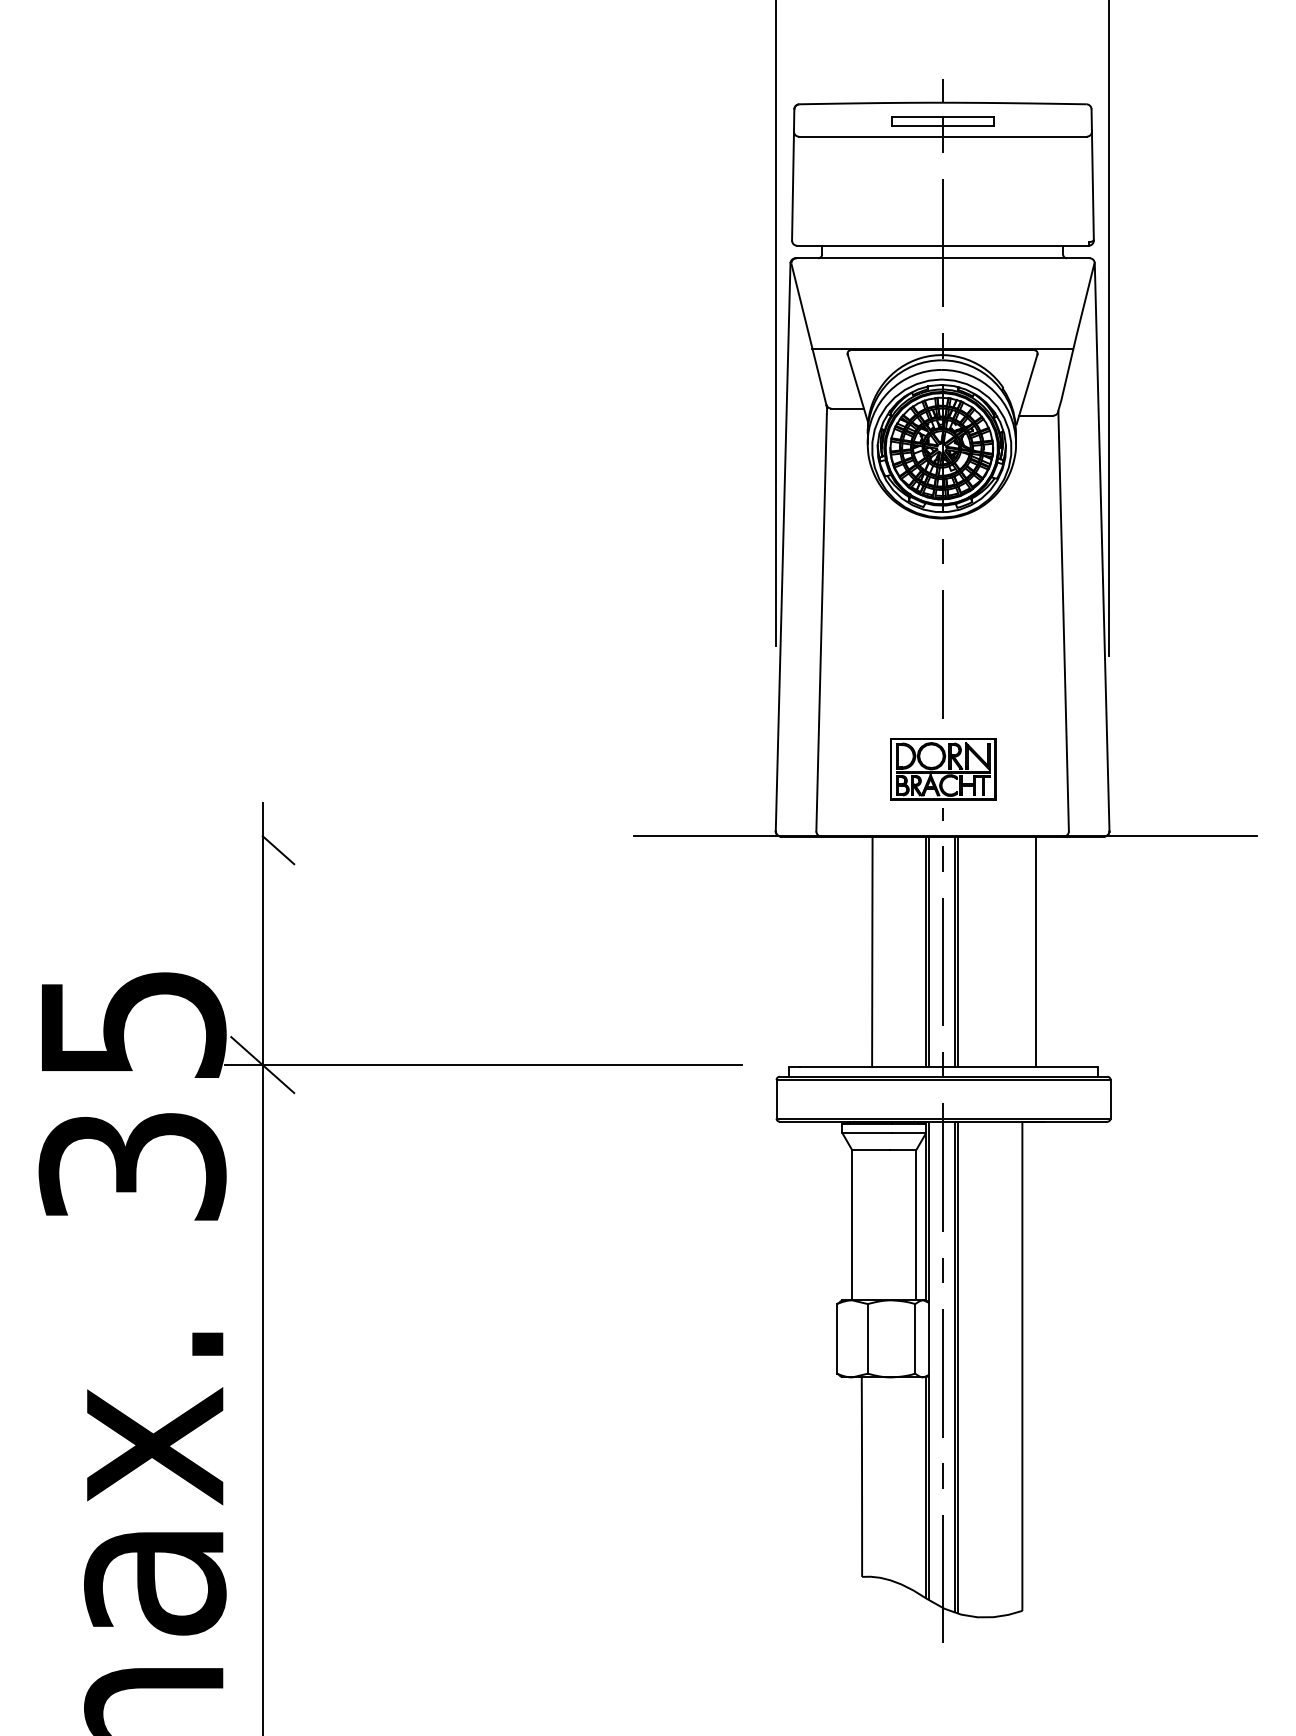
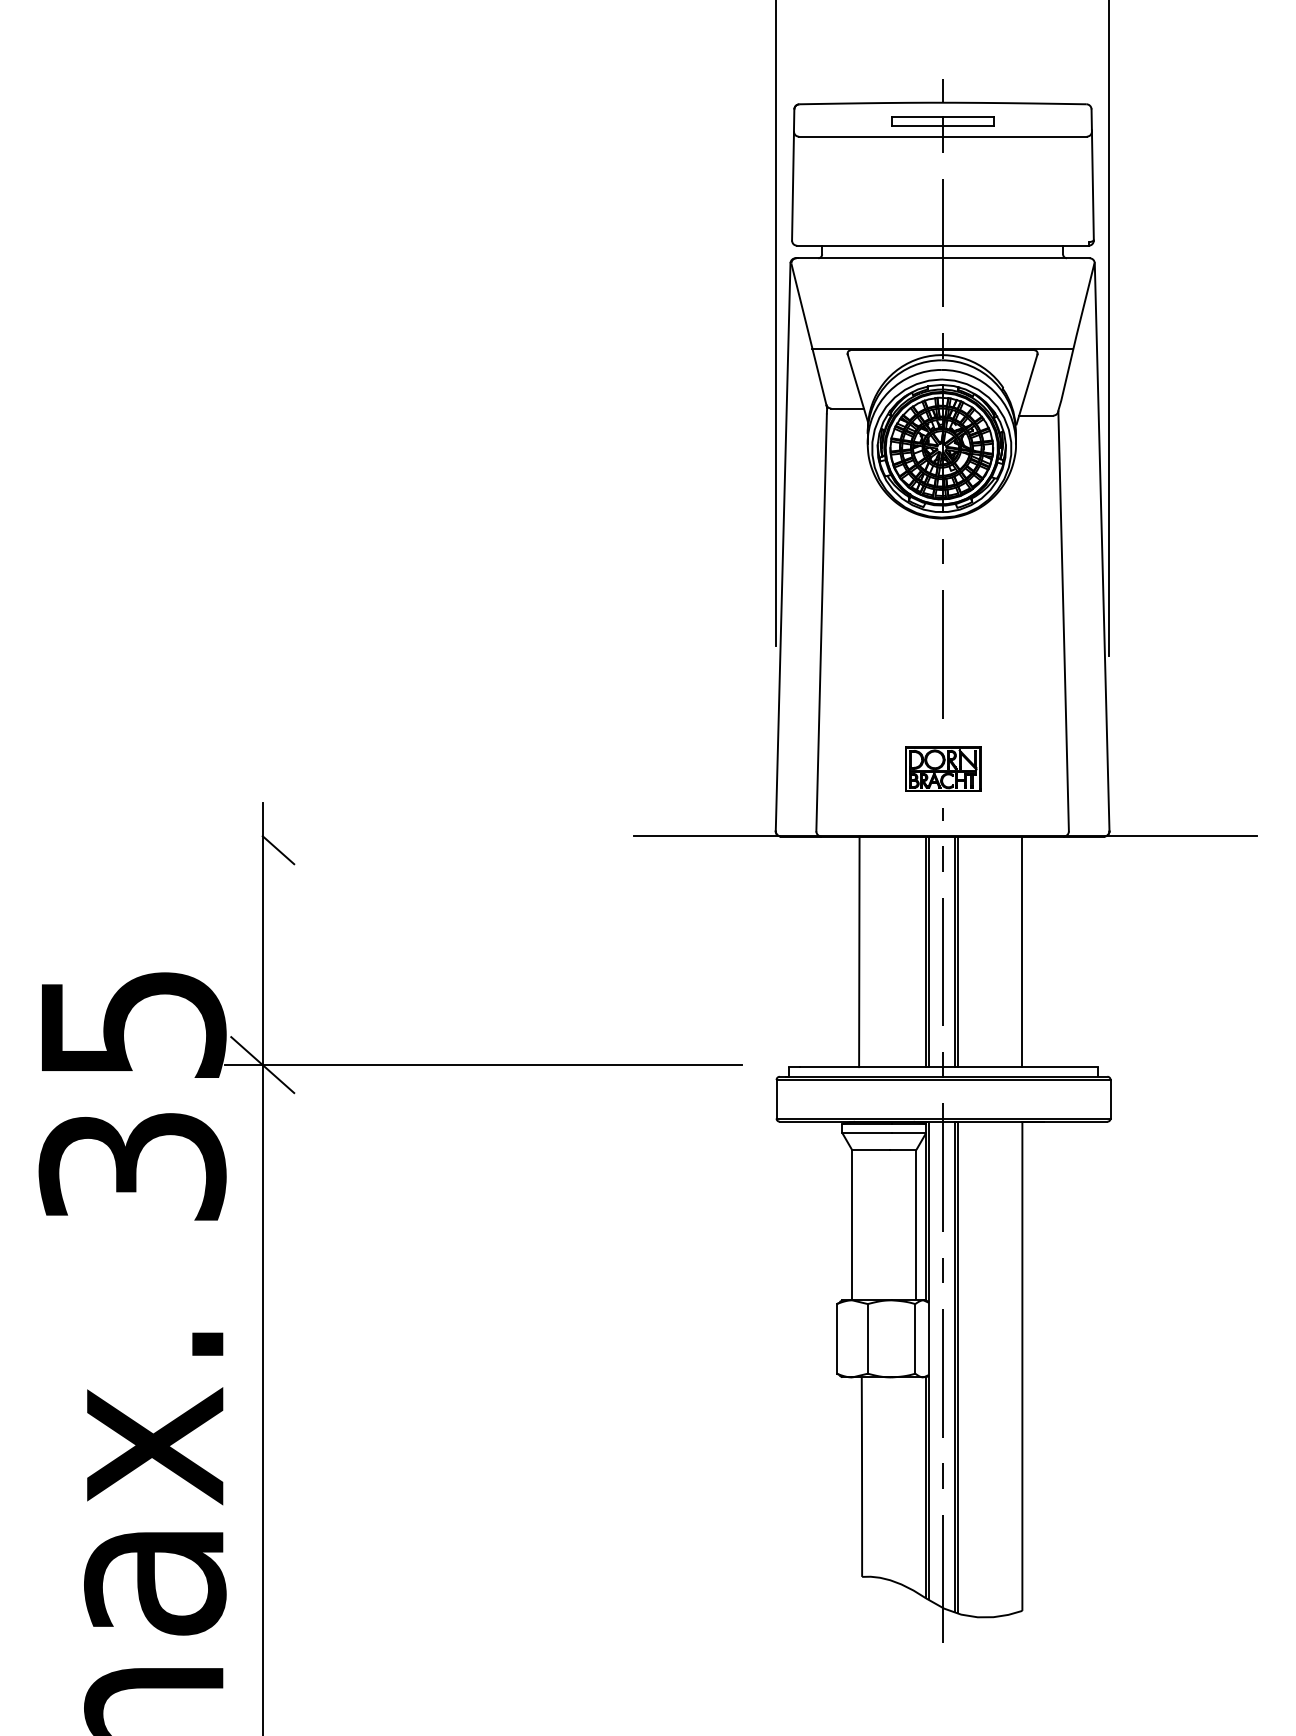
part at (943, 769) size: 107x63 px -> 77x46 px
line at (872, 951) position: (872, 951) -> (859, 951)
line at (1036, 951) position: (1036, 951) -> (1022, 951)
